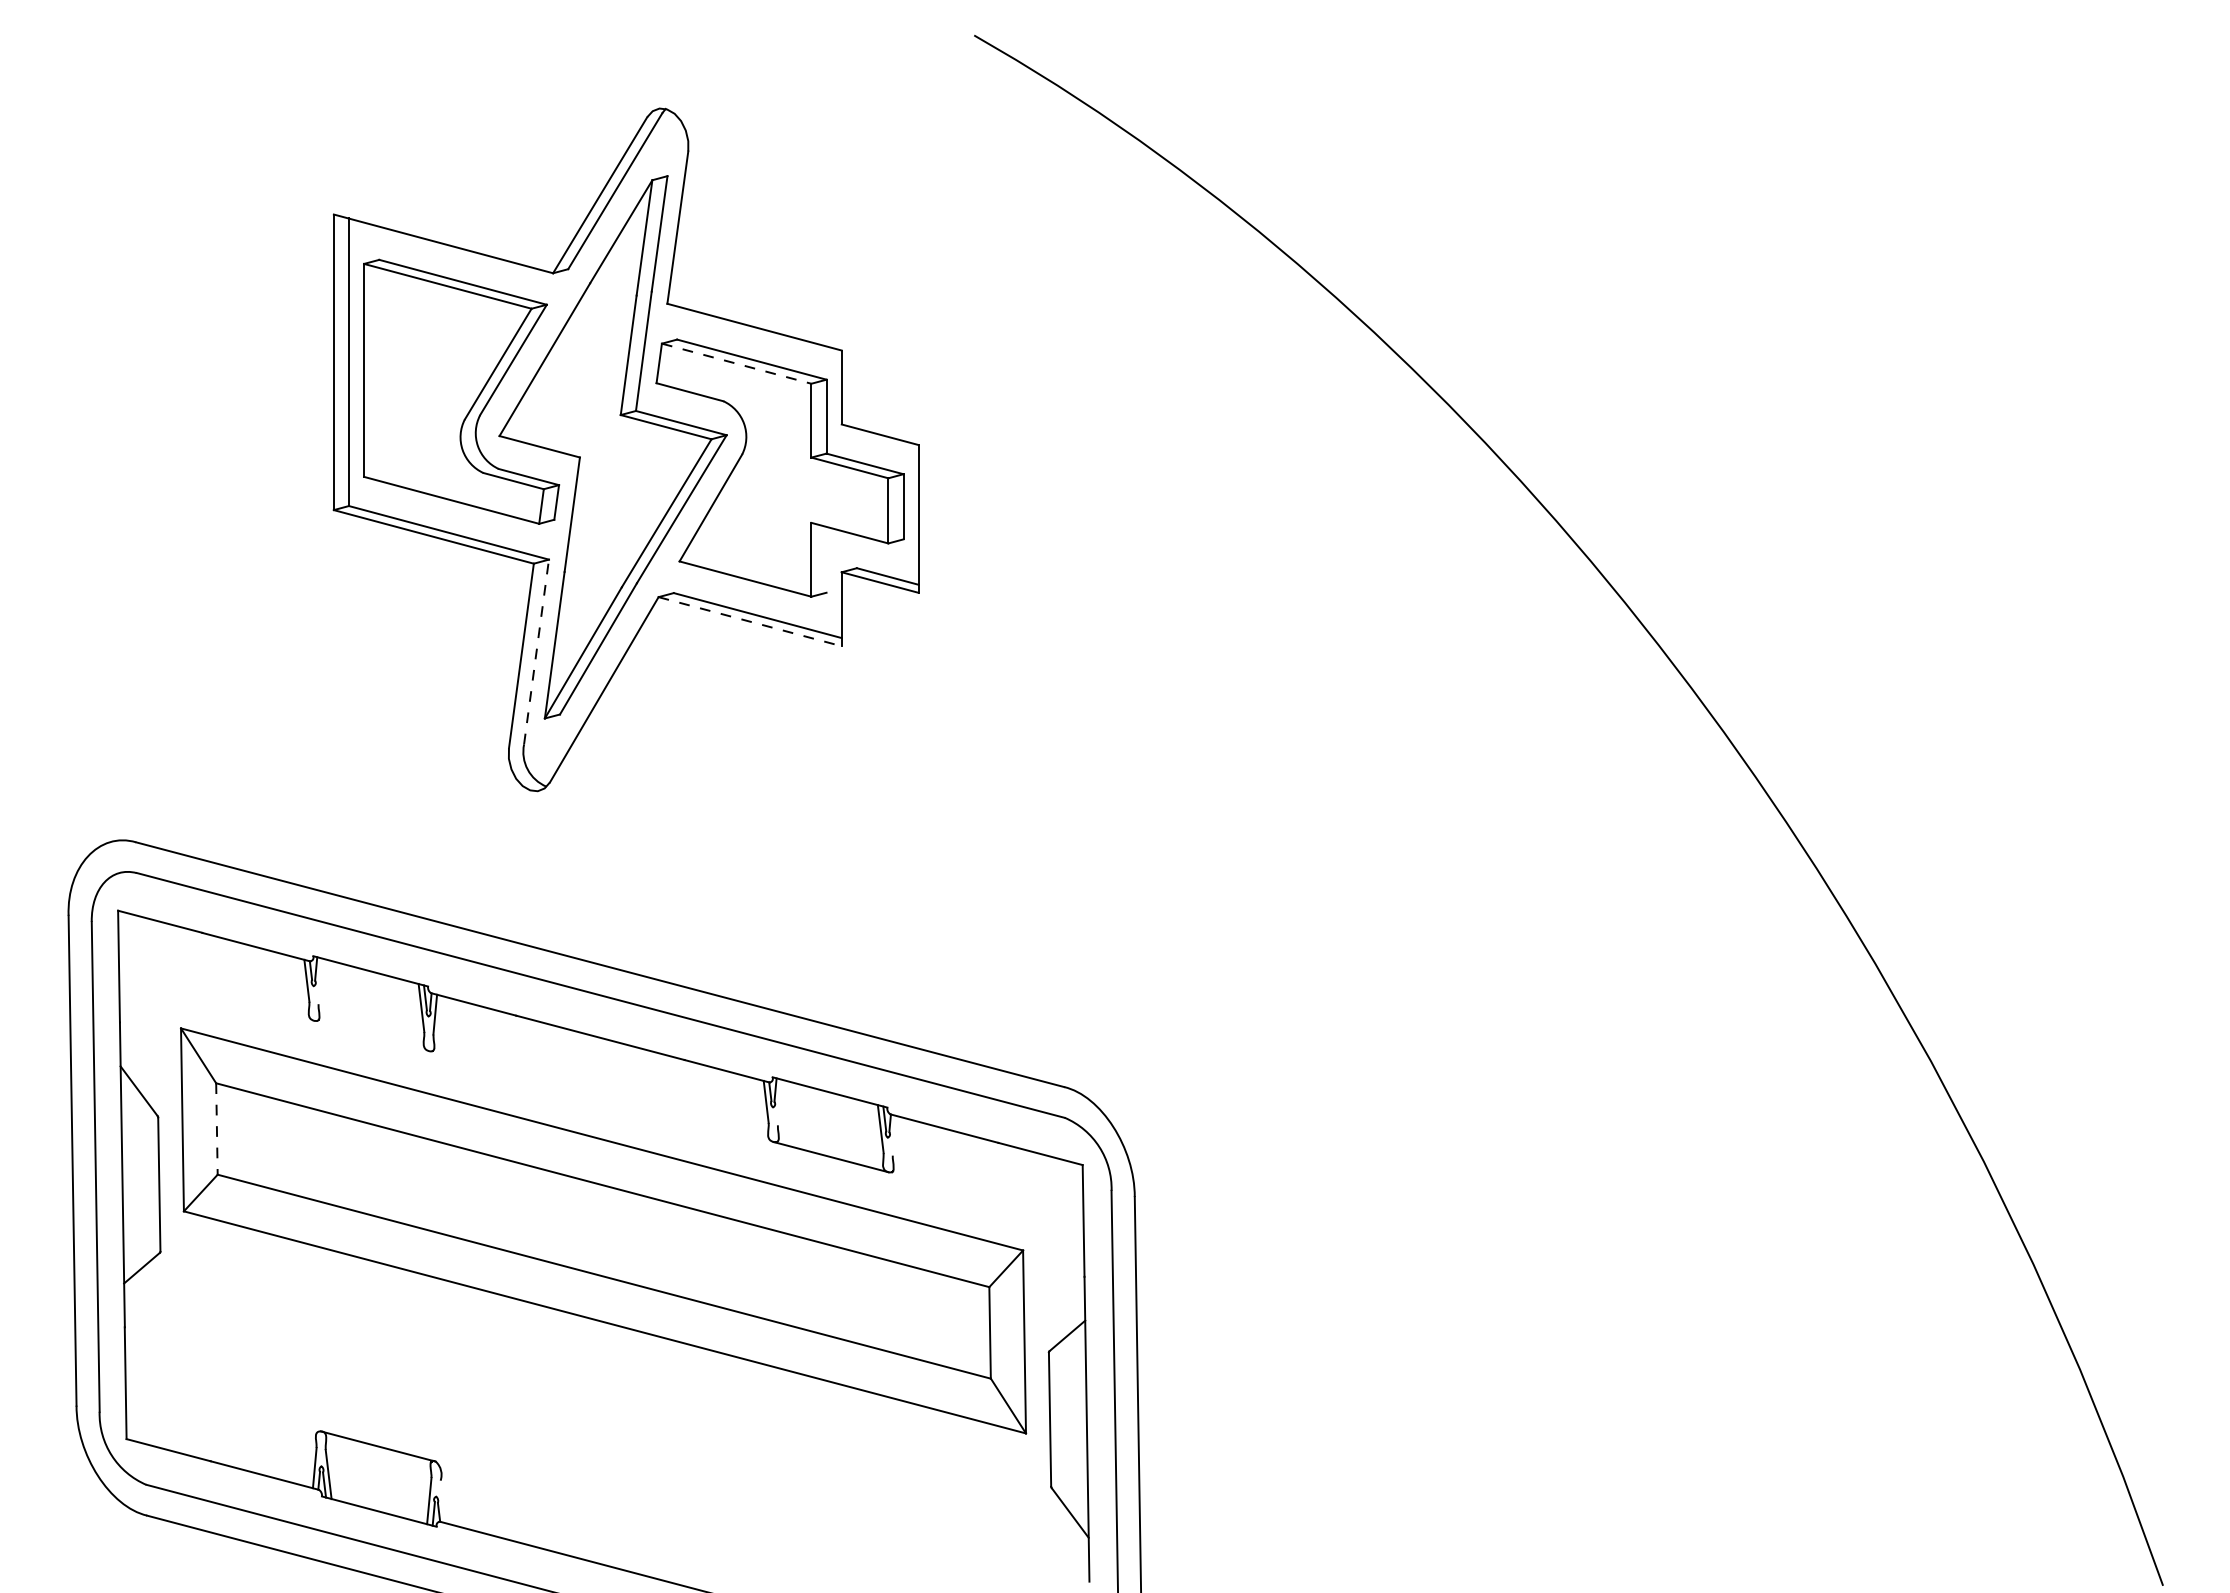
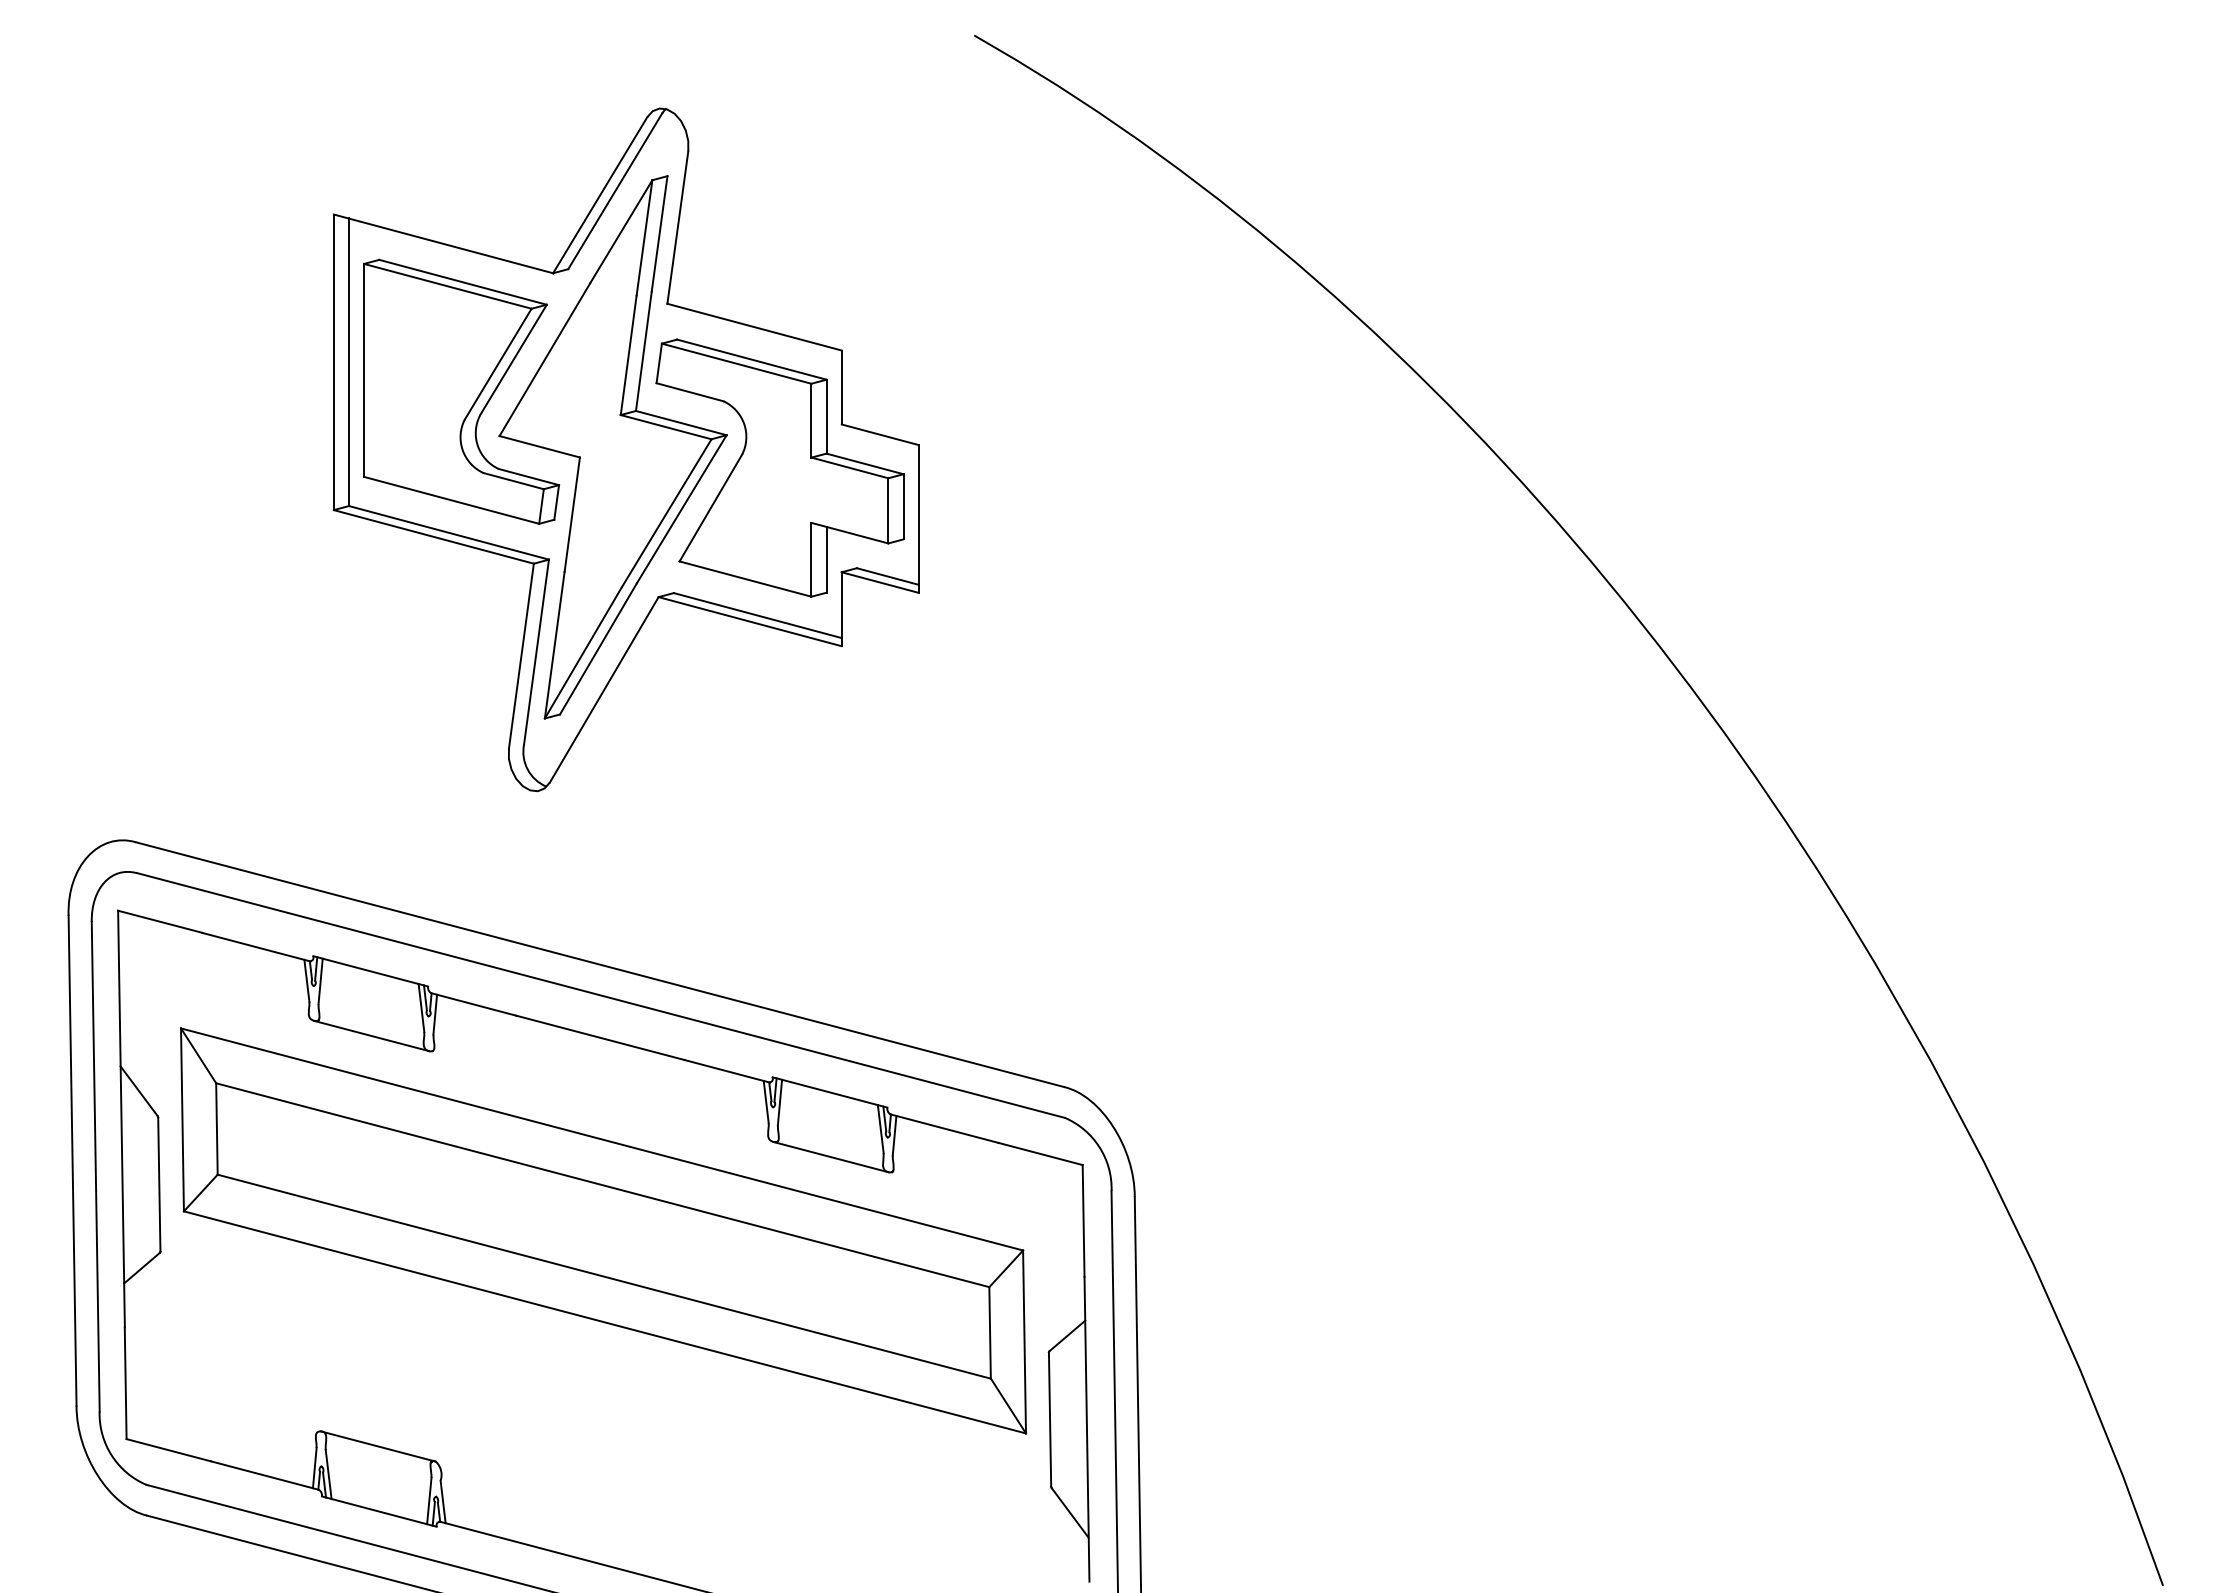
line at (737, 363): dashed -> solid
line at (826, 559): none -> present
line at (750, 621): dashed -> solid
line at (536, 651): dashed -> solid
line at (320, 981): none -> present
line at (371, 1035): none -> present
line at (779, 1102): none -> present
line at (216, 1129): dashed -> solid
line at (894, 1135): none -> present
line at (442, 1501): none -> present
